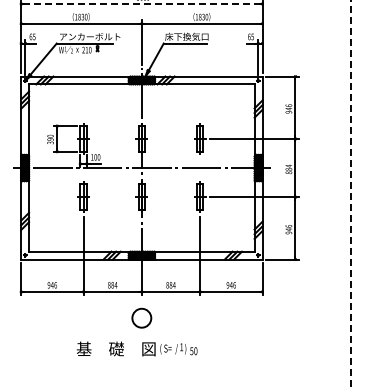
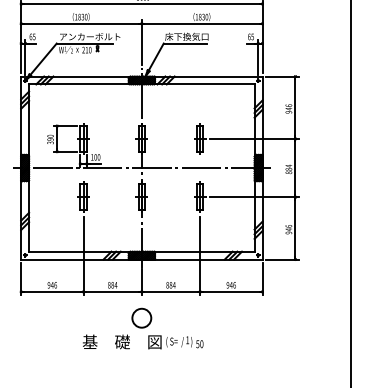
line at (142, 4): dashed -> solid
line at (350, 193): dashed -> solid
text at (137, 348) position: (137, 348) -> (143, 341)
